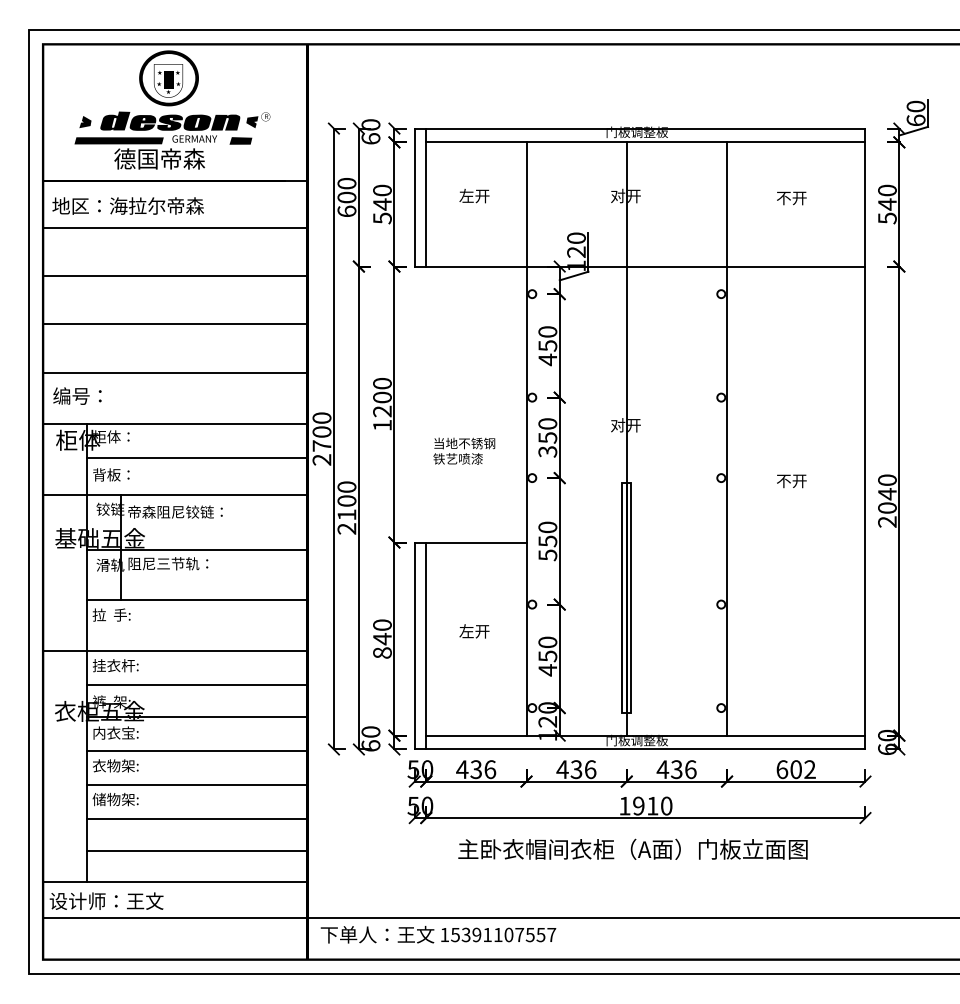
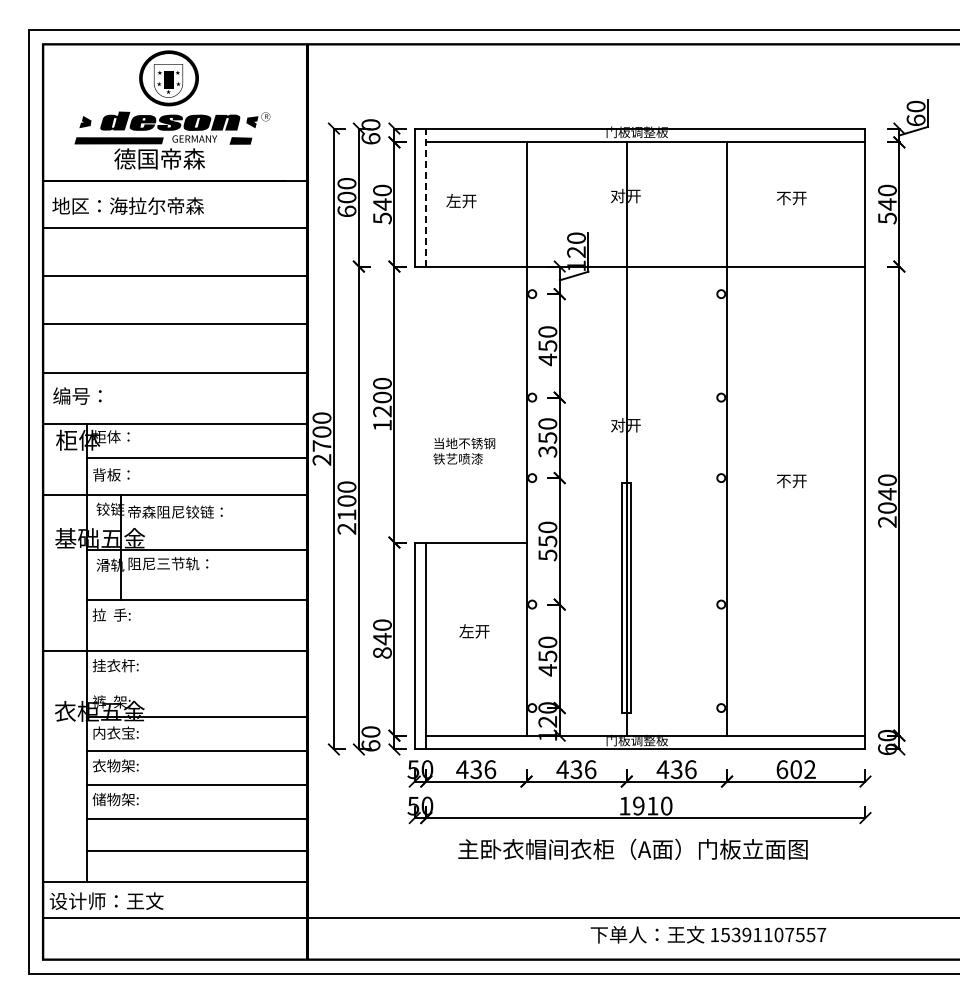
text at (474, 196) position: (474, 196) -> (461, 201)
line at (426, 197): solid -> dashed
line at (196, 684): present -> none
text at (438, 934) position: (438, 934) -> (708, 934)
